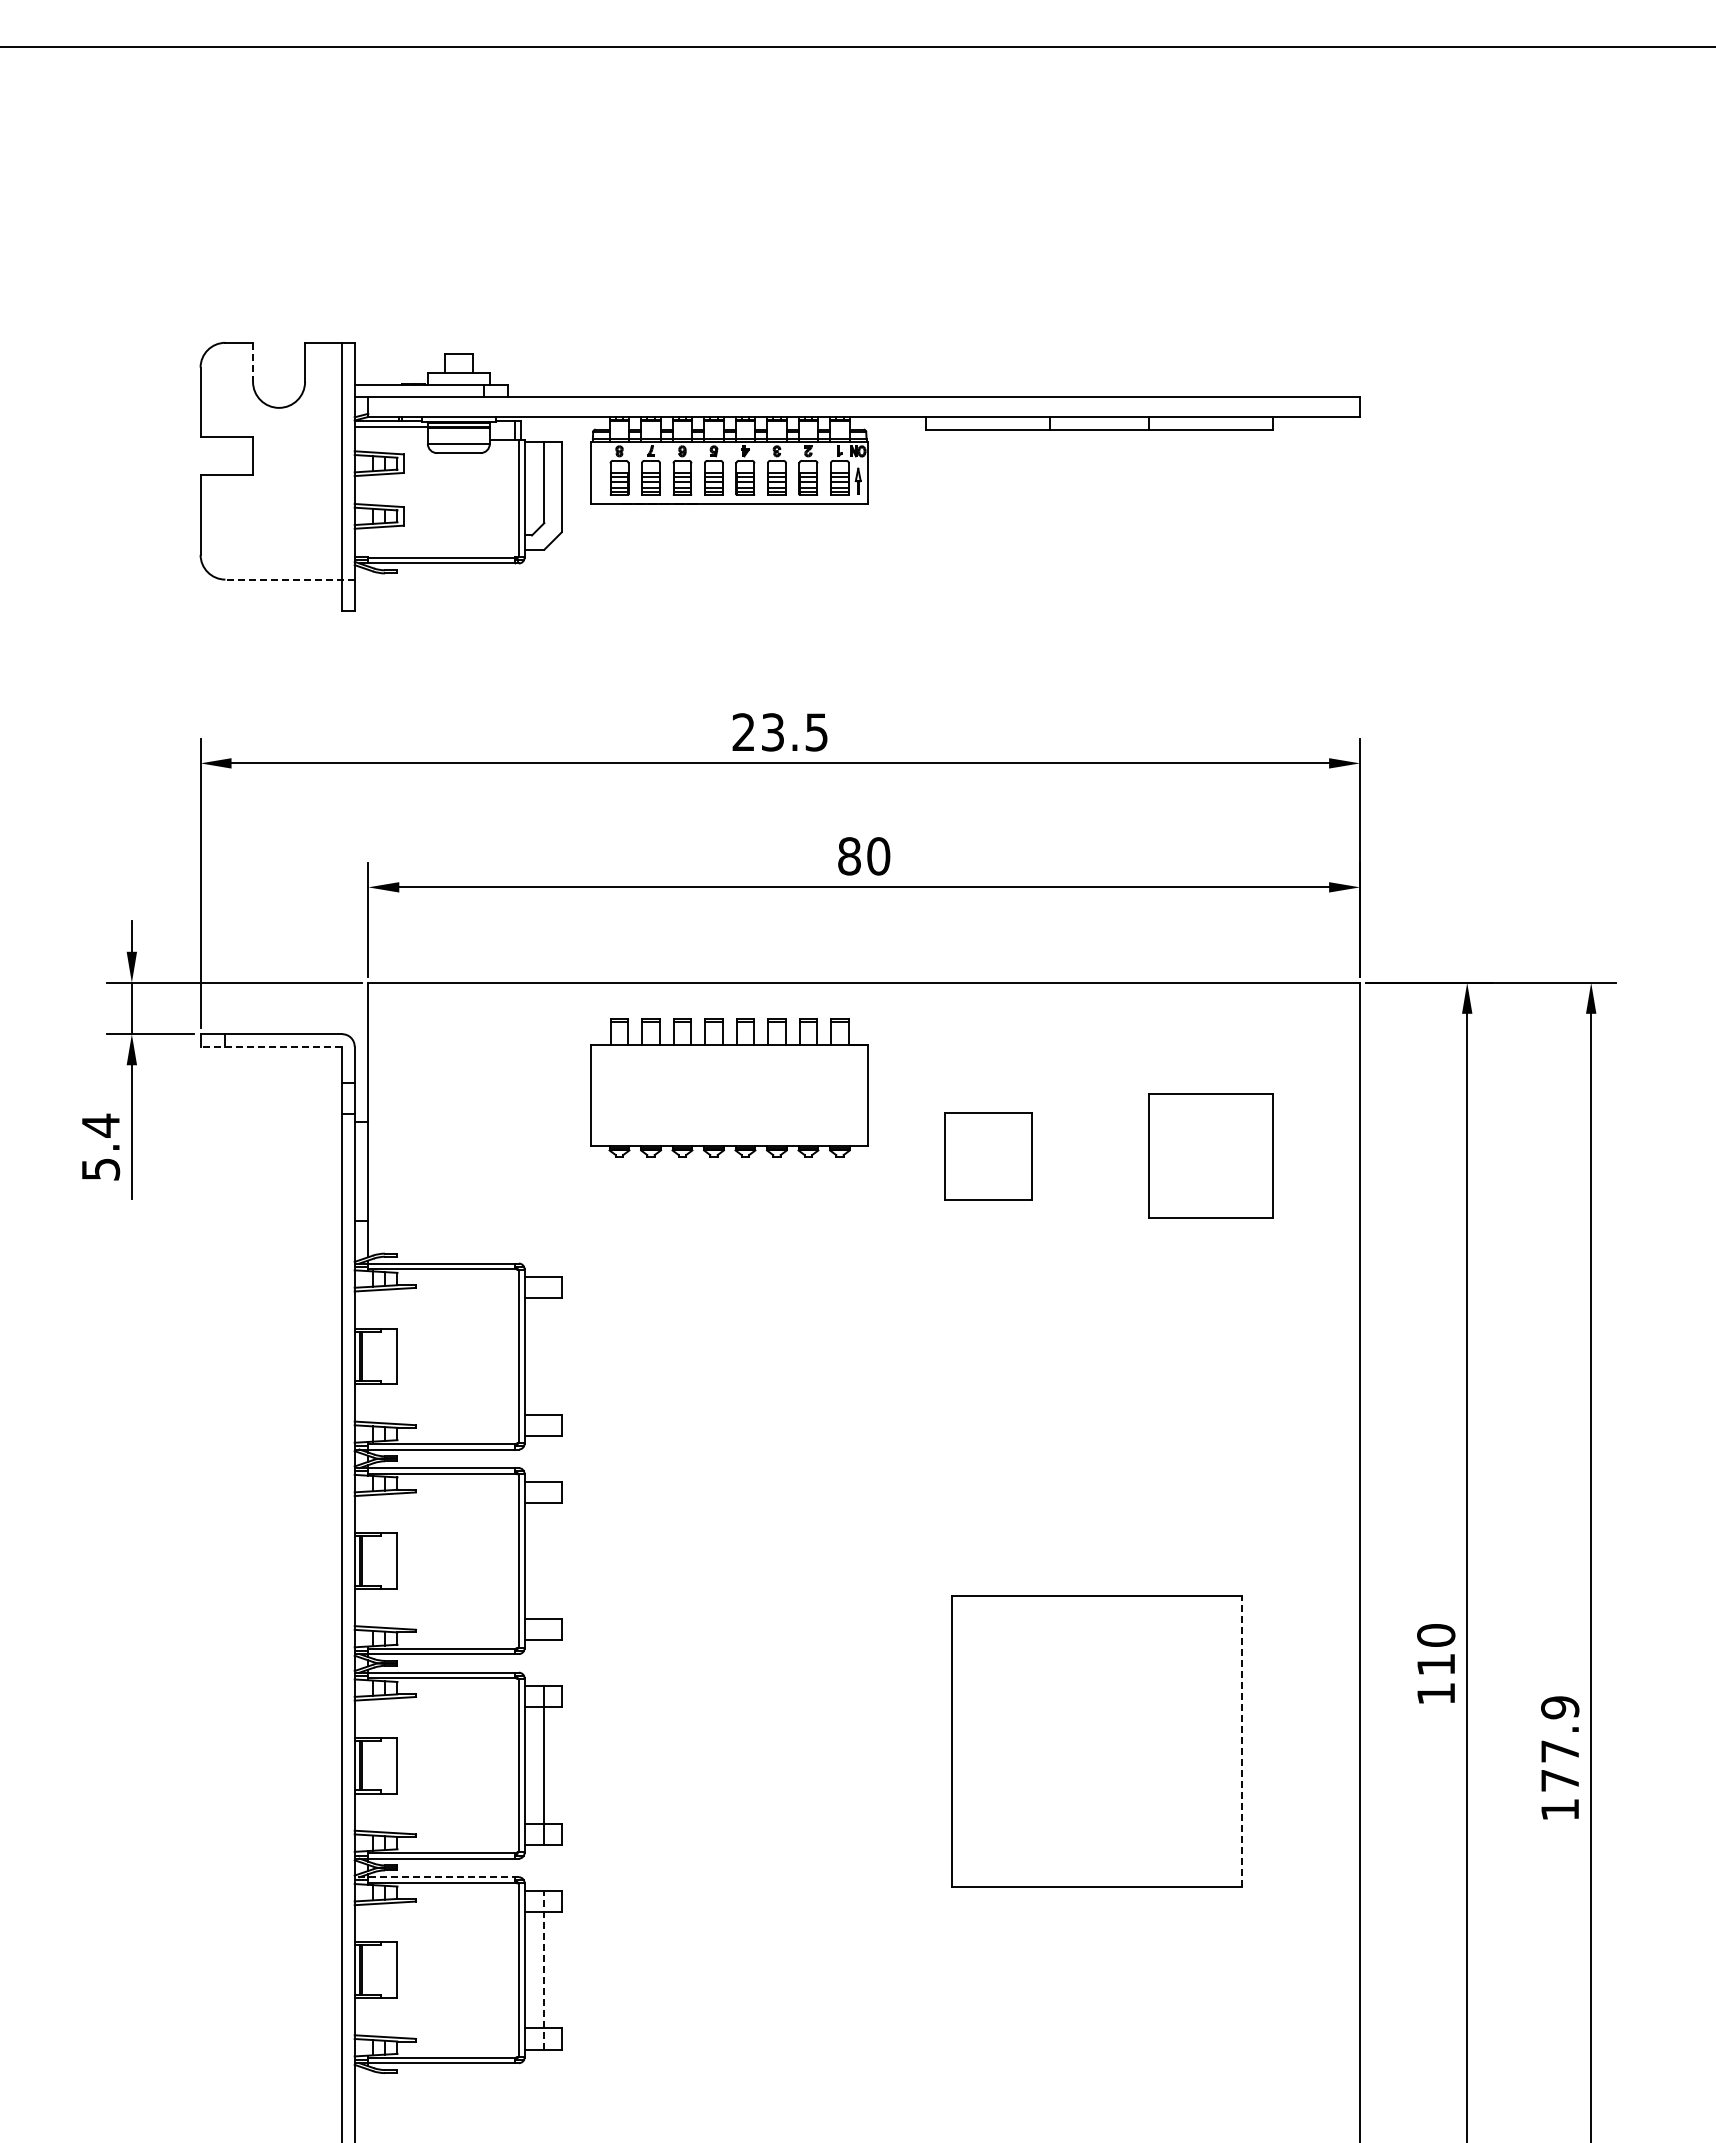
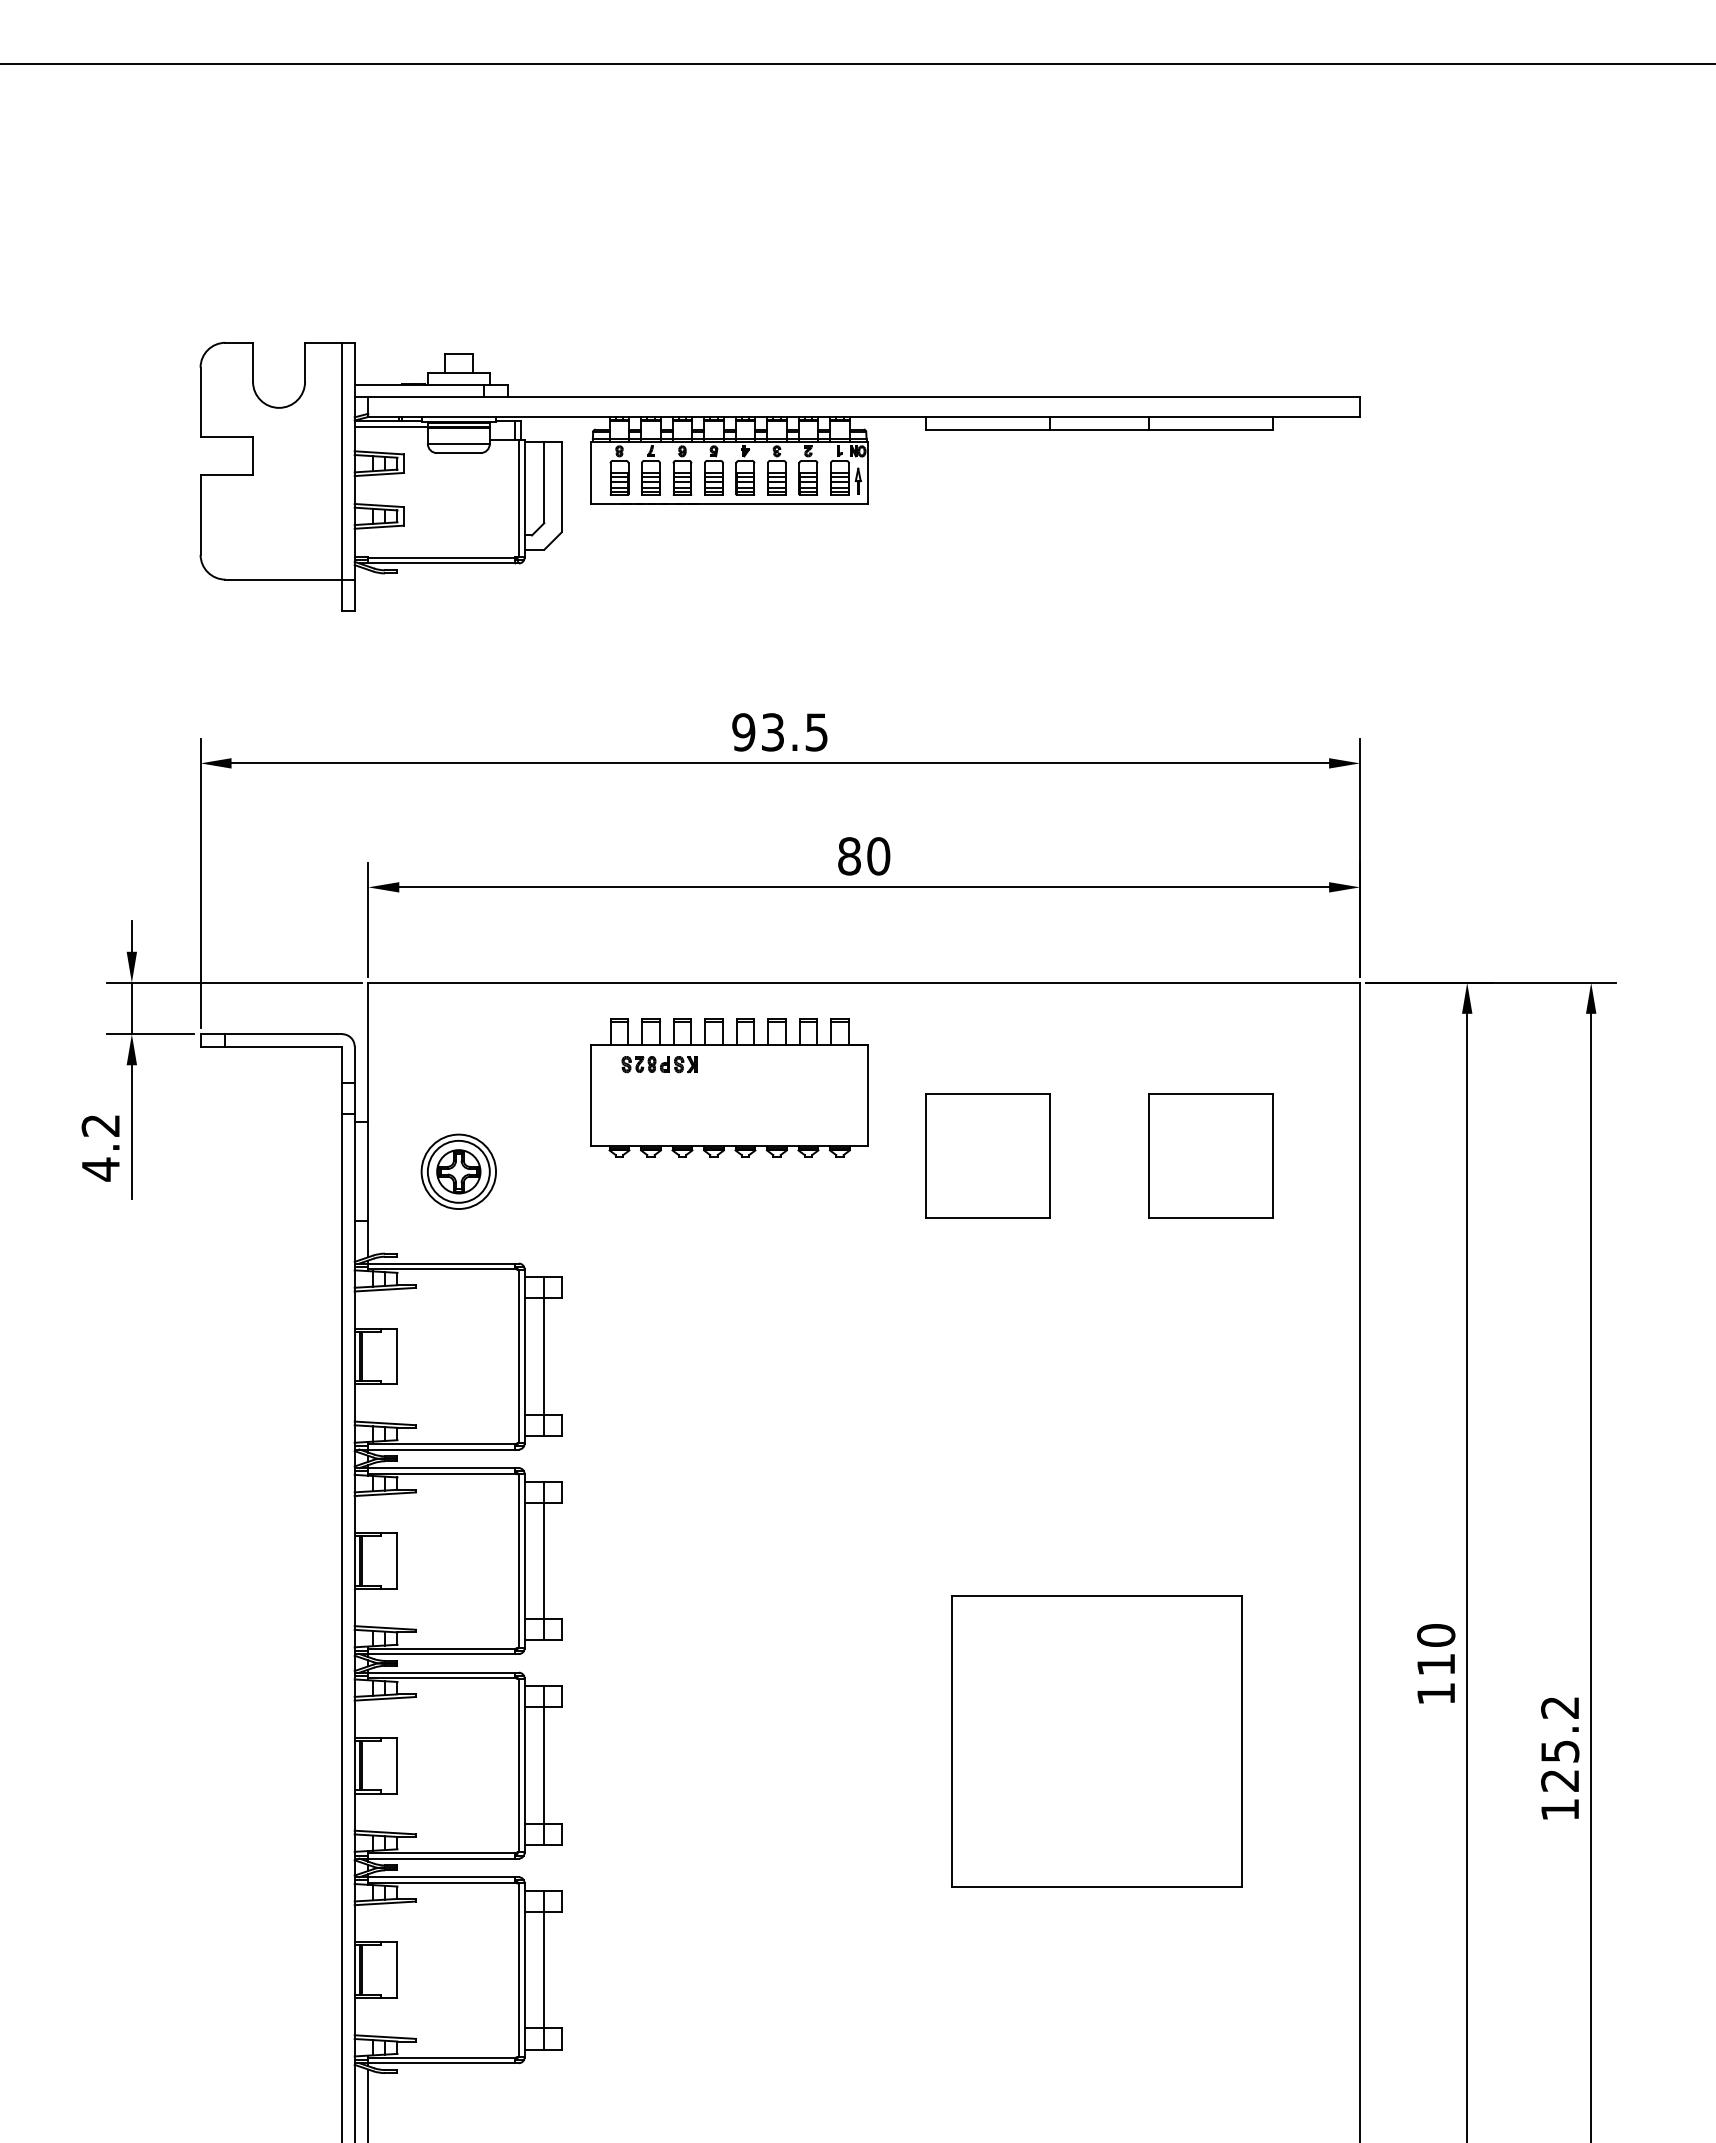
line at (857, 47) position: (857, 47) -> (857, 64)
line at (253, 362): dashed -> solid
line at (290, 579): dashed -> solid
text at (743, 732): 23.5 -> 93.5
line at (271, 1046): dashed -> solid
part at (659, 1064): none -> present
text at (100, 1147): 5.4 -> 4.2
part at (988, 1156) size: 89x89 px -> 126x126 px
part at (458, 1171): none -> present
line at (544, 1356): none -> present
line at (544, 1560): none -> present
line at (1242, 1740): dashed -> solid
text at (1560, 1743): 177.9 -> 125.2
line at (436, 1877): dashed -> solid
line at (544, 1969): dashed -> solid
line at (368, 2104): none -> present
